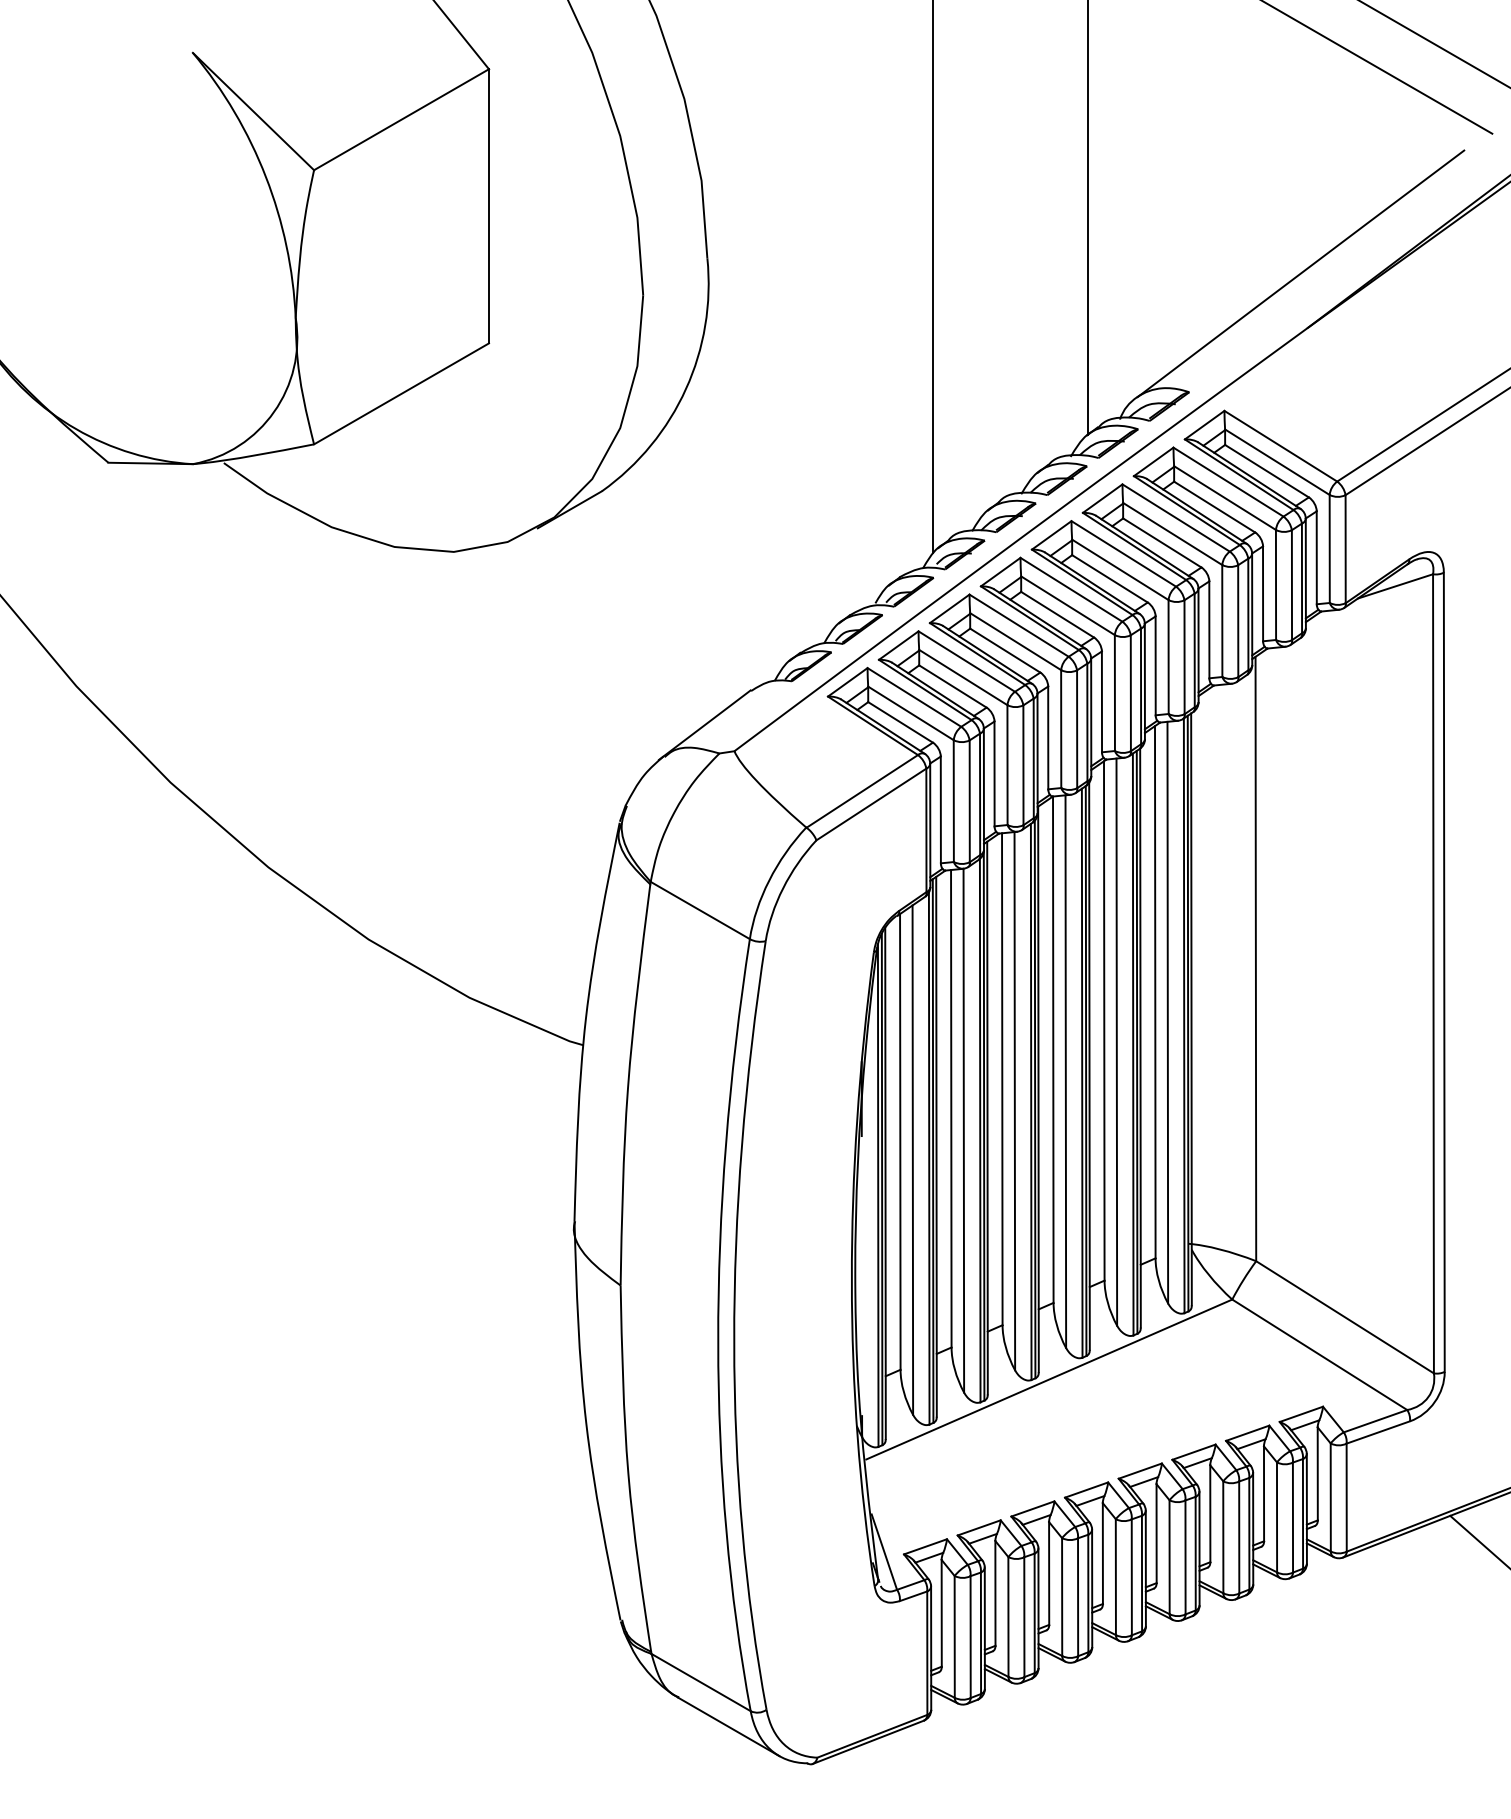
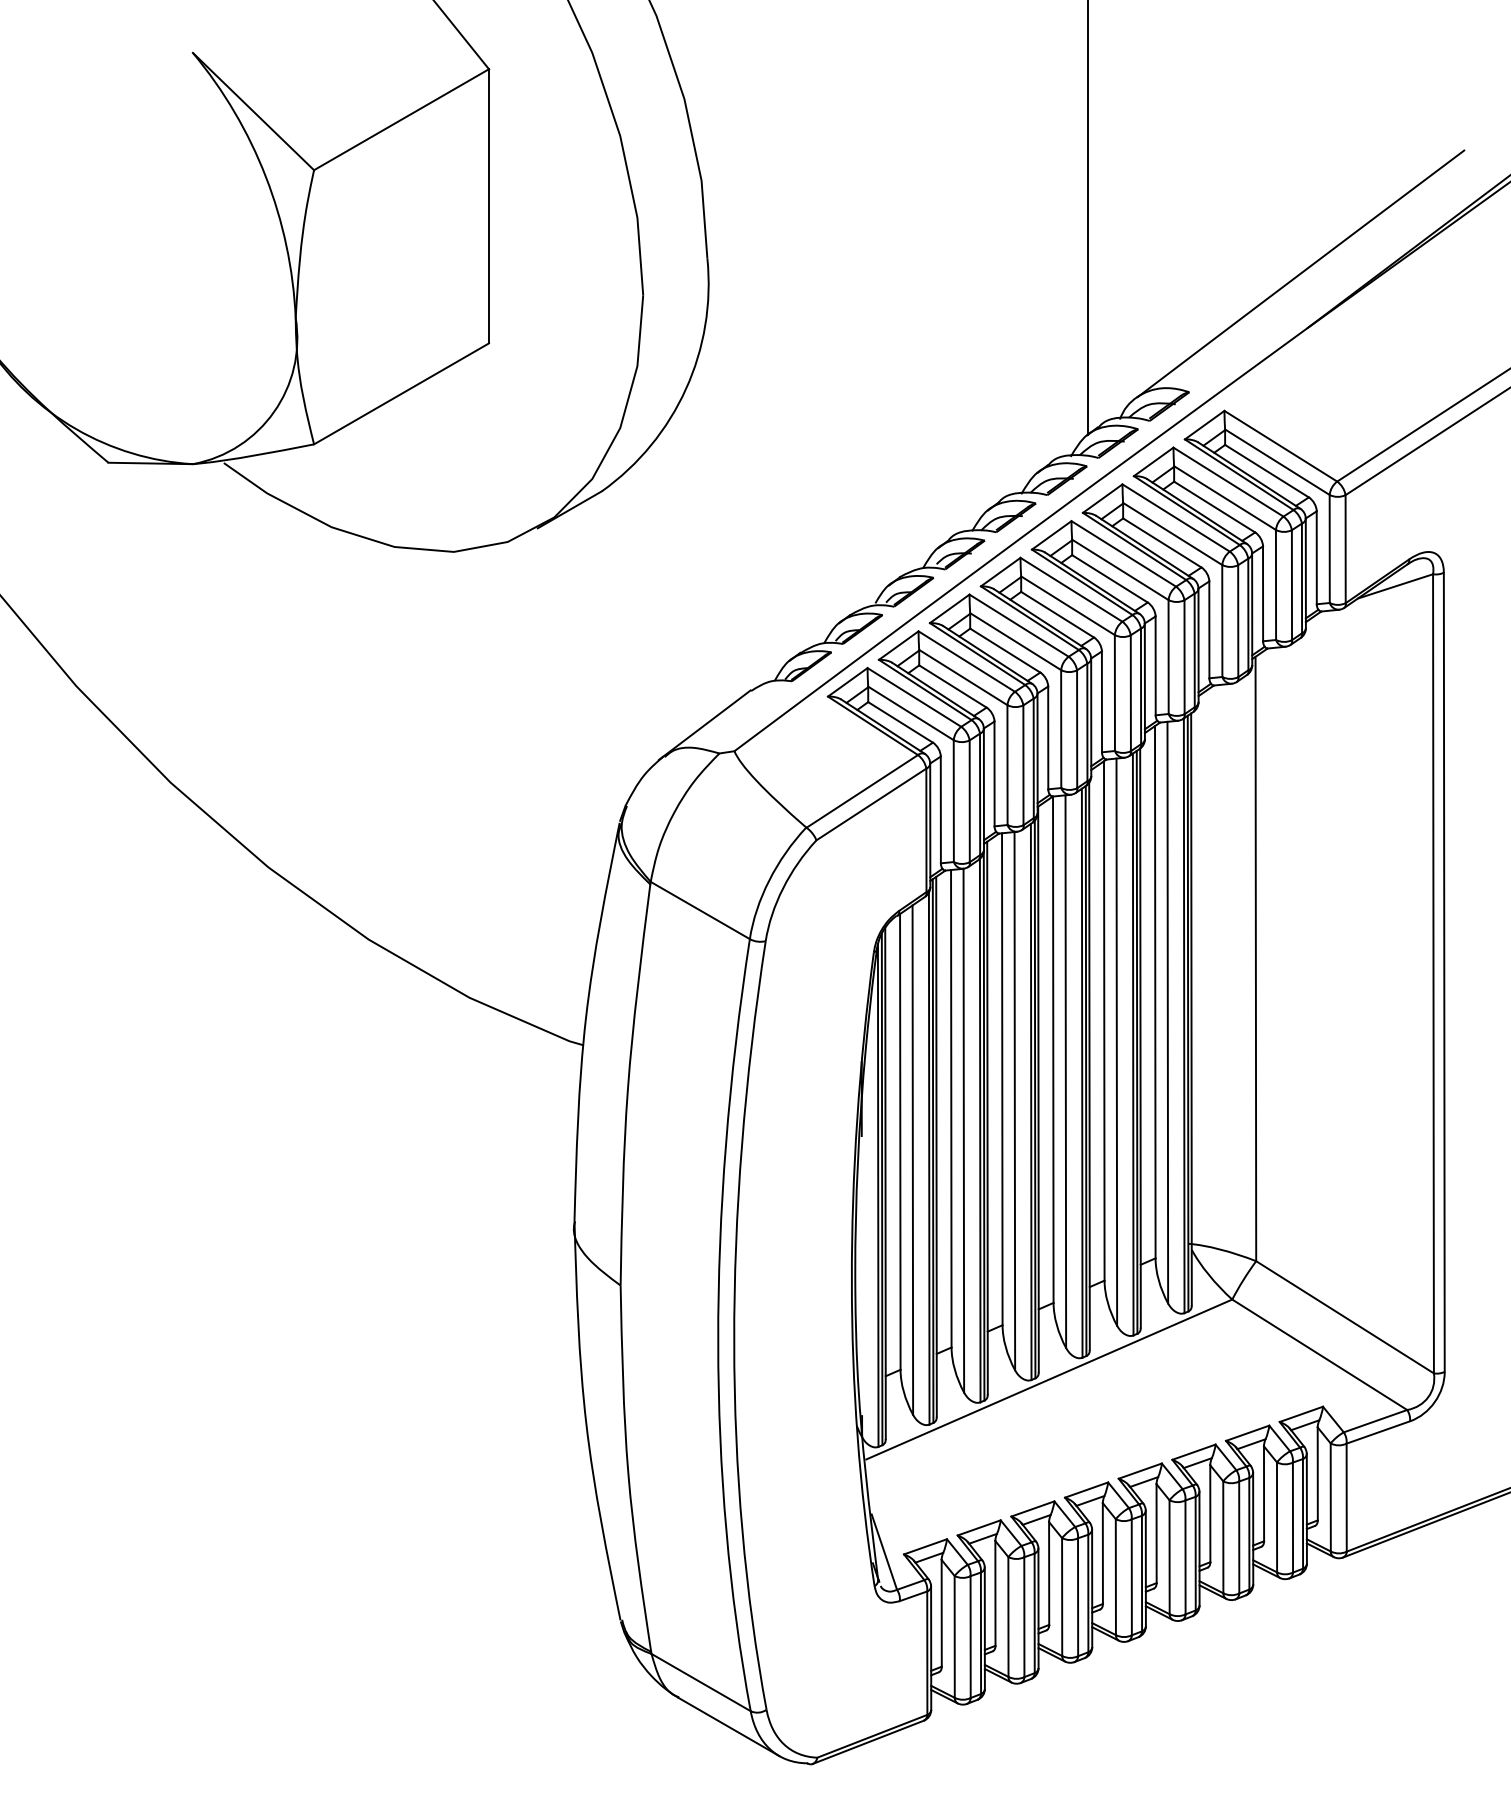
line at (1434, 44): present -> none
line at (1378, 67): present -> none
line at (933, 277): present -> none
line at (1478, 1540): present -> none
